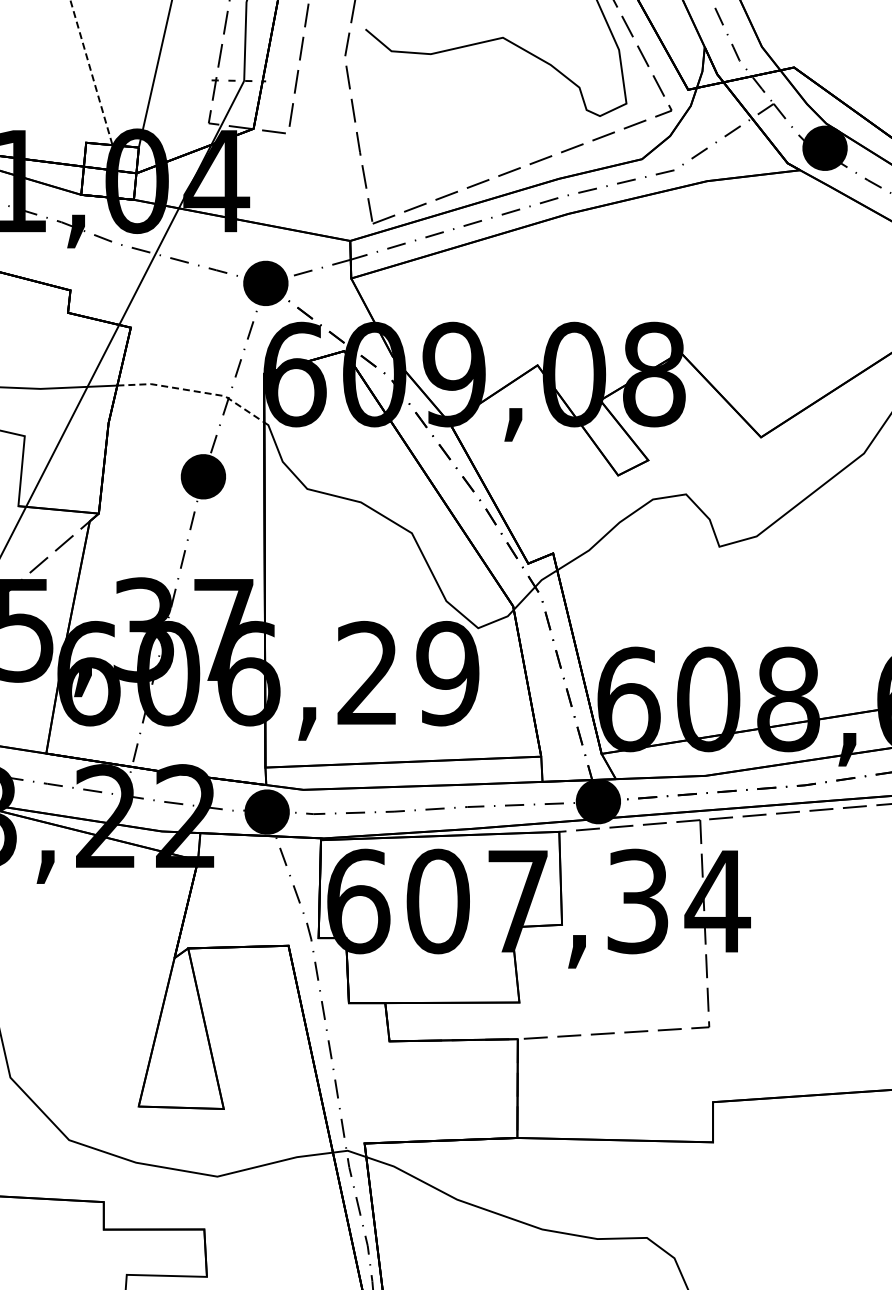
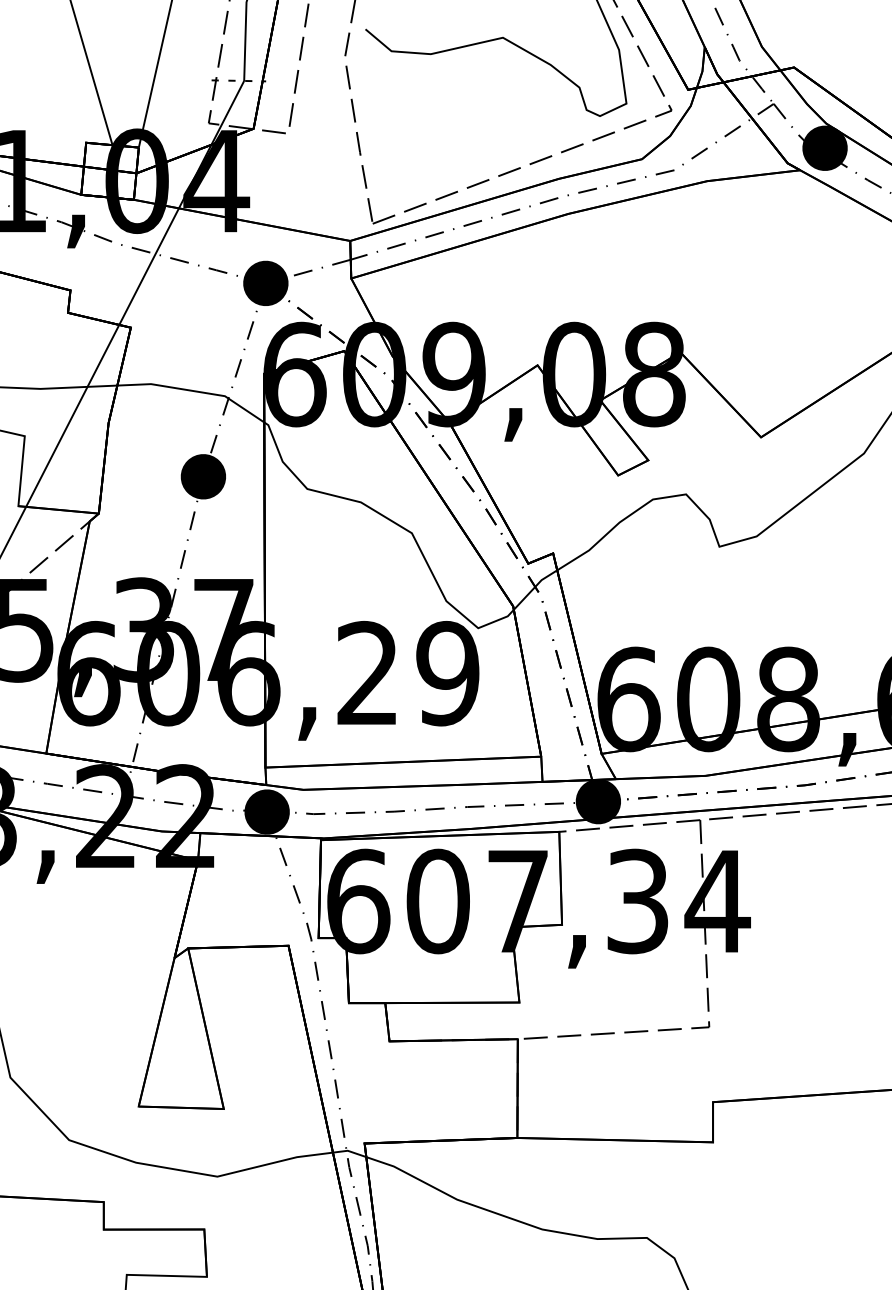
line at (91, 73): dashed -> solid
line at (195, 391): dashed -> solid
